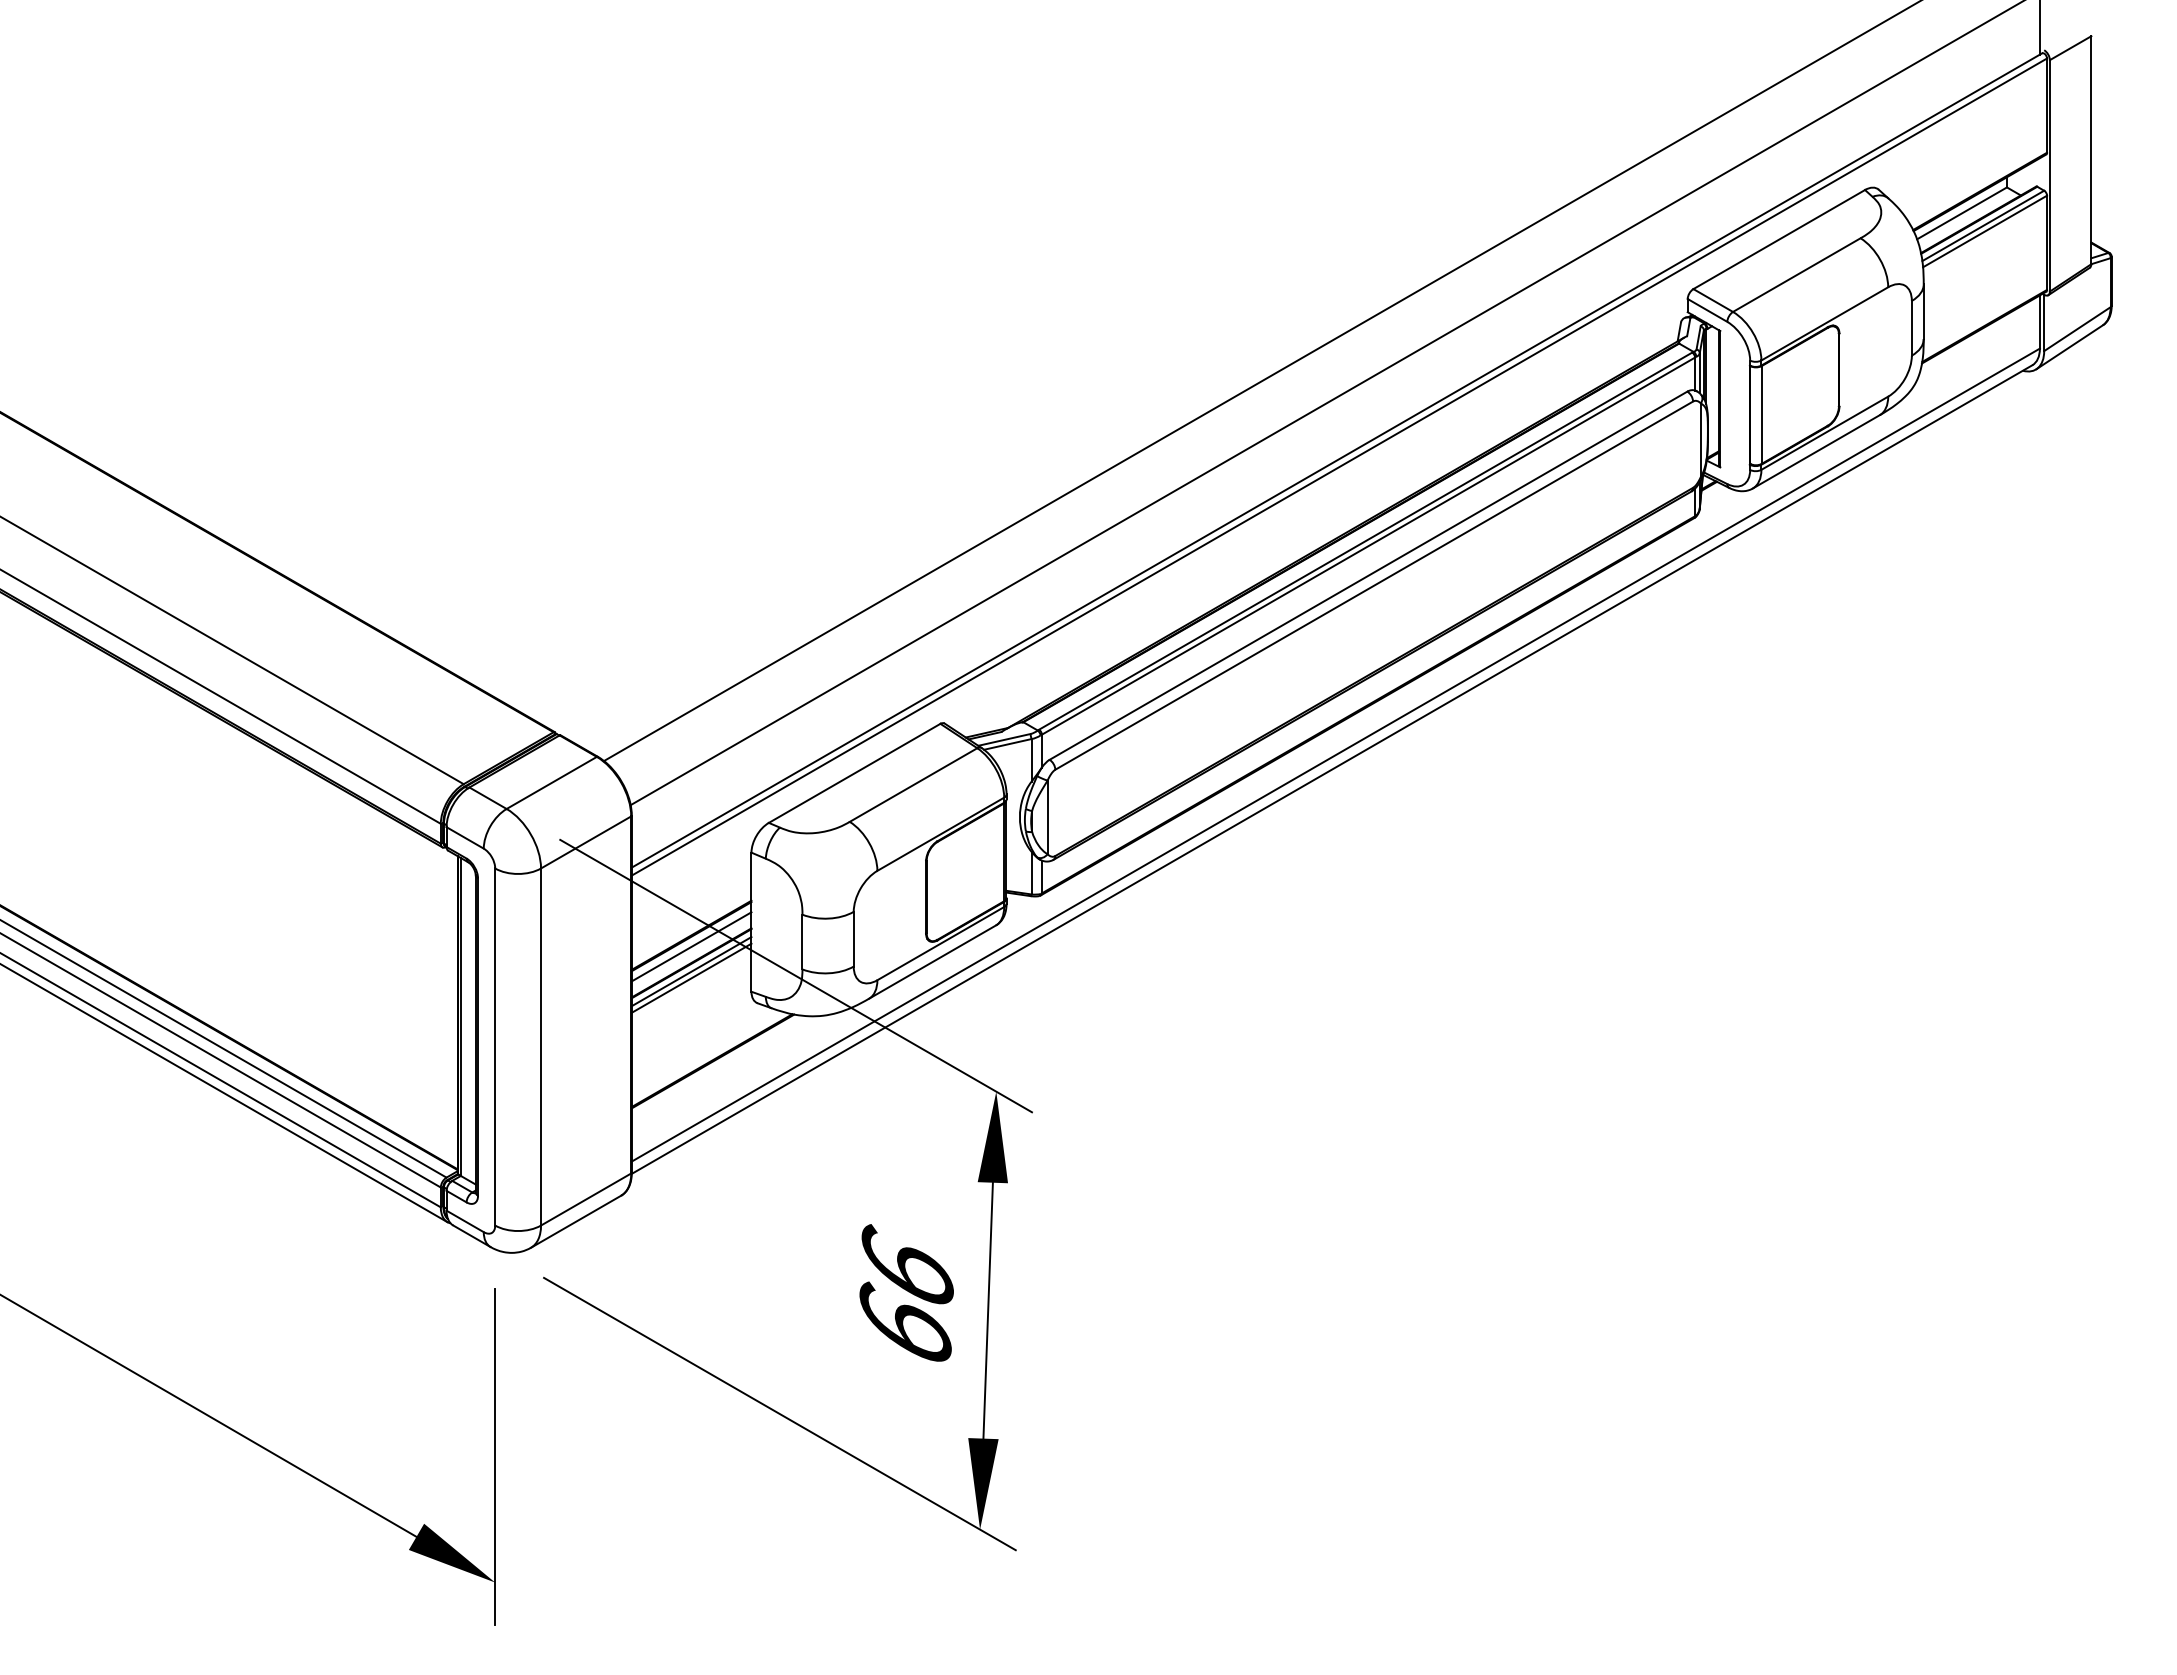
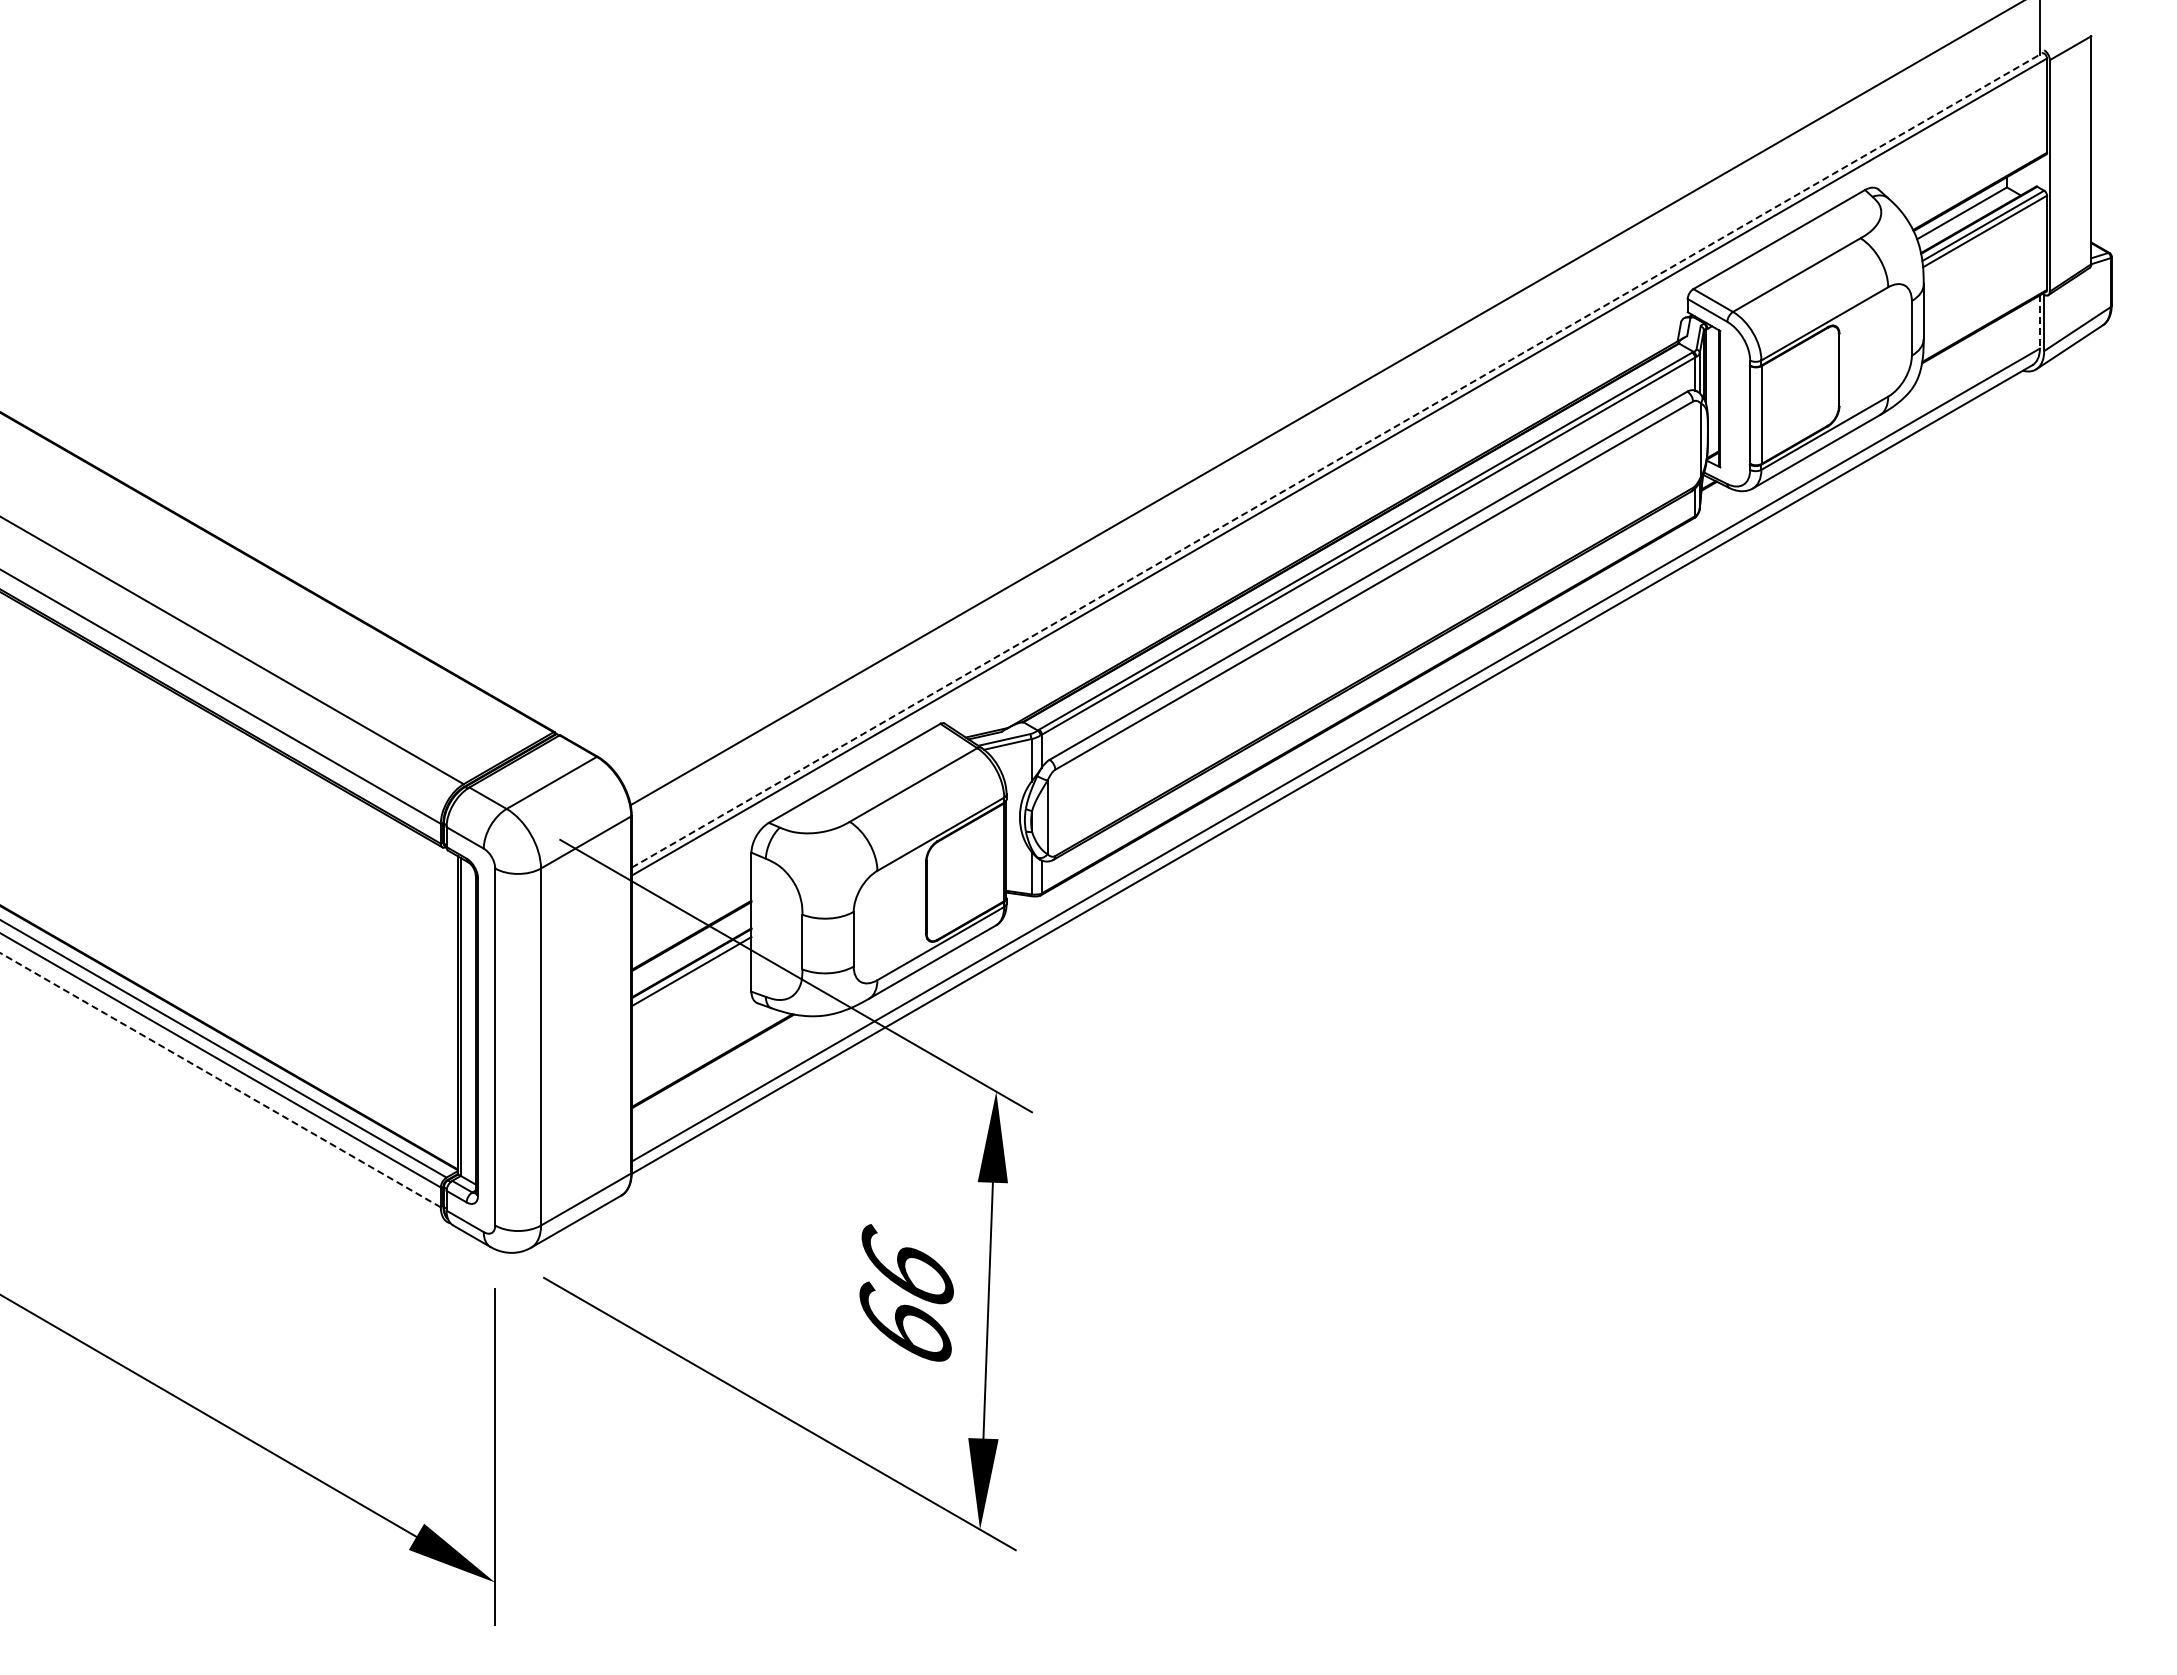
line at (2039, 322): solid -> dashed
line at (1260, 381): present -> none
line at (1337, 460): solid -> dashed
line at (691, 946): present -> none
line at (691, 977): present -> none
line at (220, 1079): solid -> dashed
line at (224, 1093): present -> none
